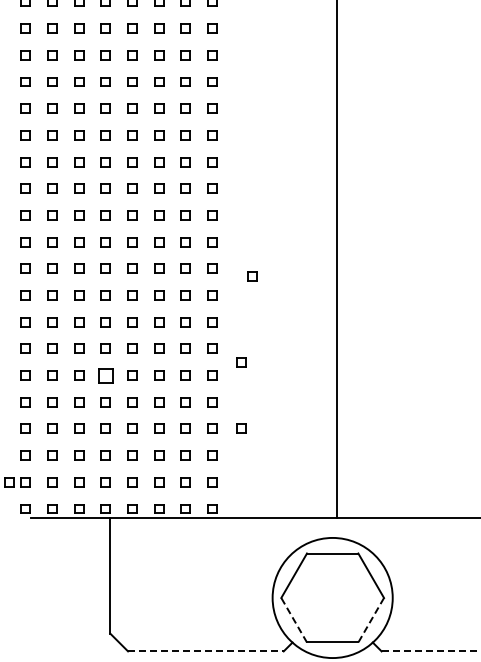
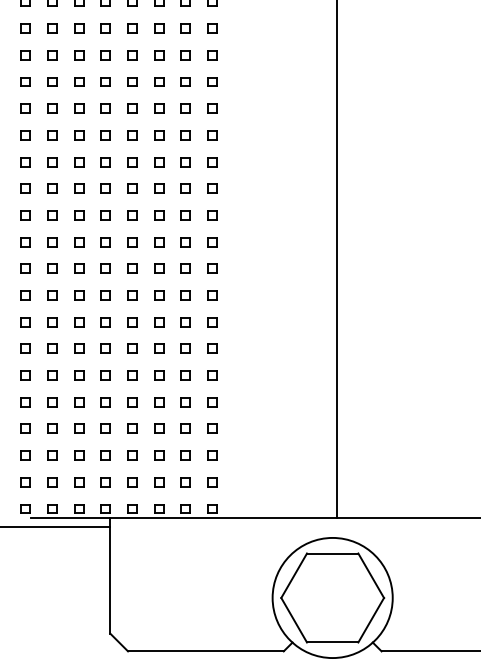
part at (252, 276): present -> none
part at (241, 362): present -> none
part at (105, 375) size: 16x16 px -> 11x11 px
part at (241, 428): present -> none
part at (9, 482): present -> none
line at (56, 526): none -> present
line at (294, 620): dashed -> solid
line at (371, 620): dashed -> solid
line at (205, 651): dashed -> solid
line at (431, 651): dashed -> solid
